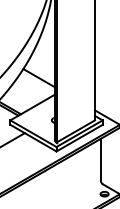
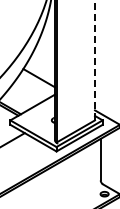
line at (95, 60): solid -> dashed
